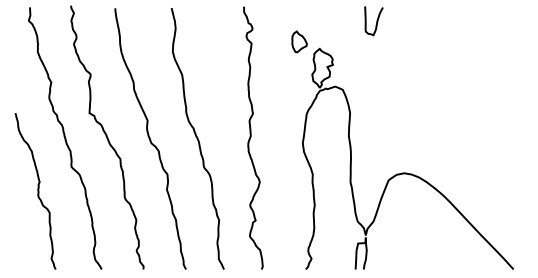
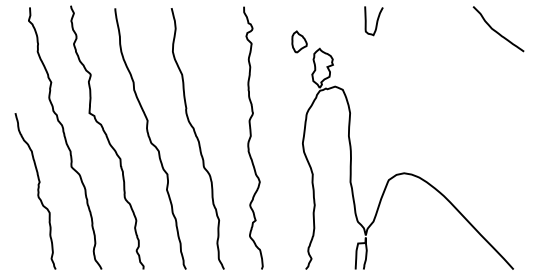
curve at (496, 30): none -> present
